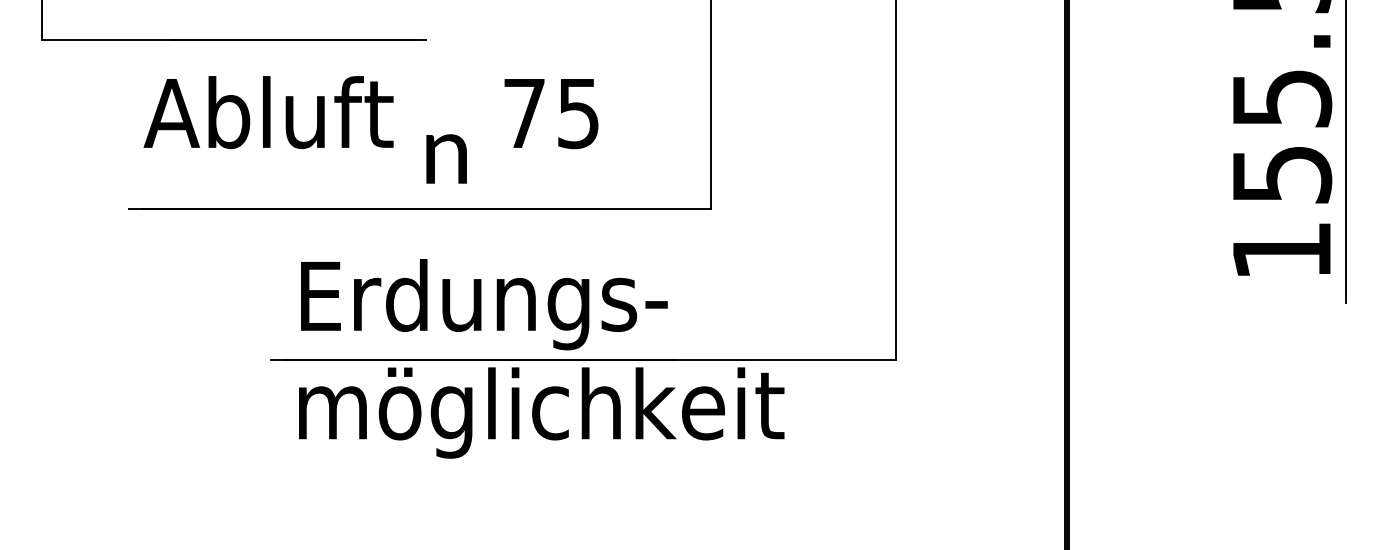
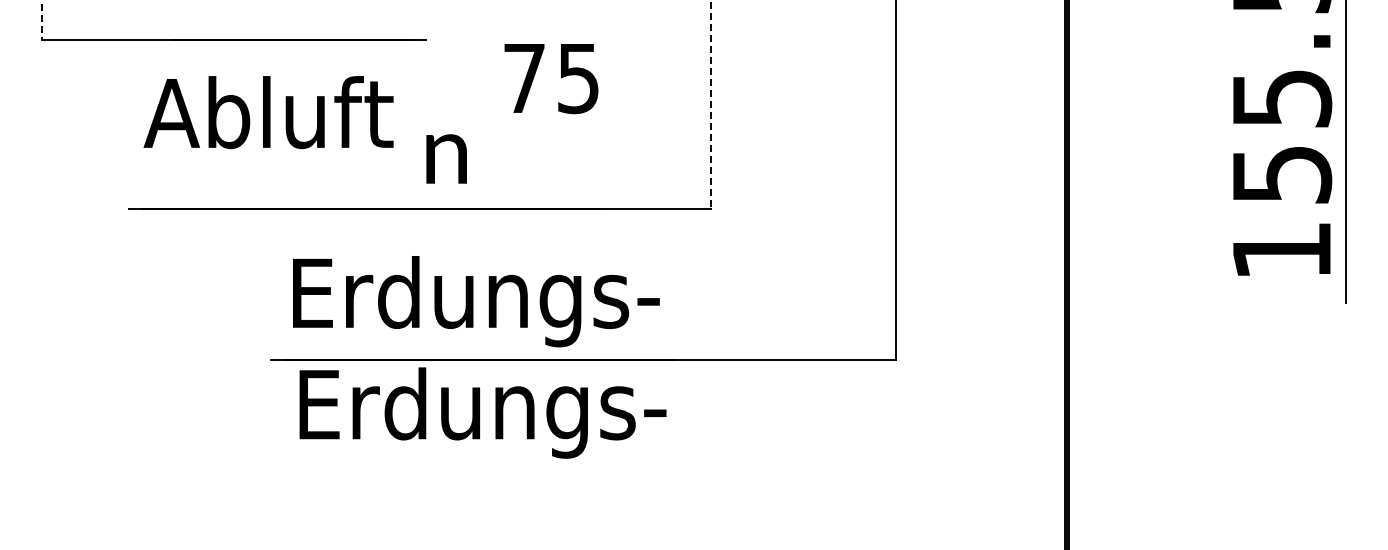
line at (41, 20): solid -> dashed
line at (711, 104): solid -> dashed
text at (551, 114) position: (551, 114) -> (551, 79)
text at (484, 304) position: (484, 304) -> (476, 301)
text at (541, 412): möglichkeit -> Erdungs-
